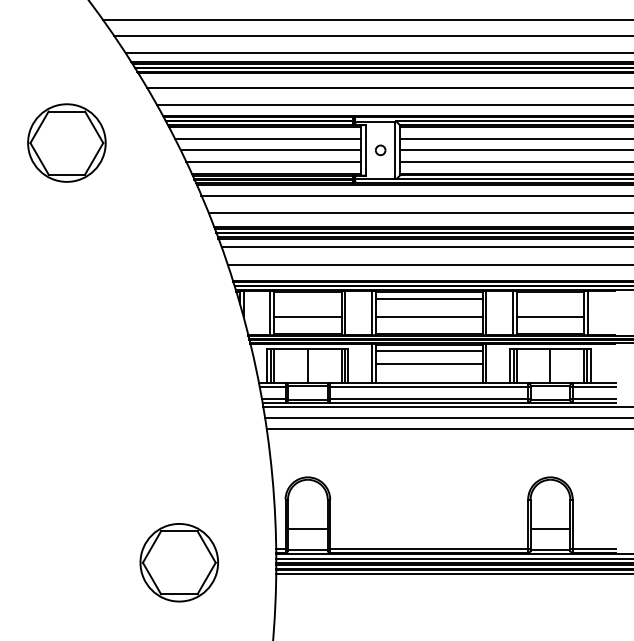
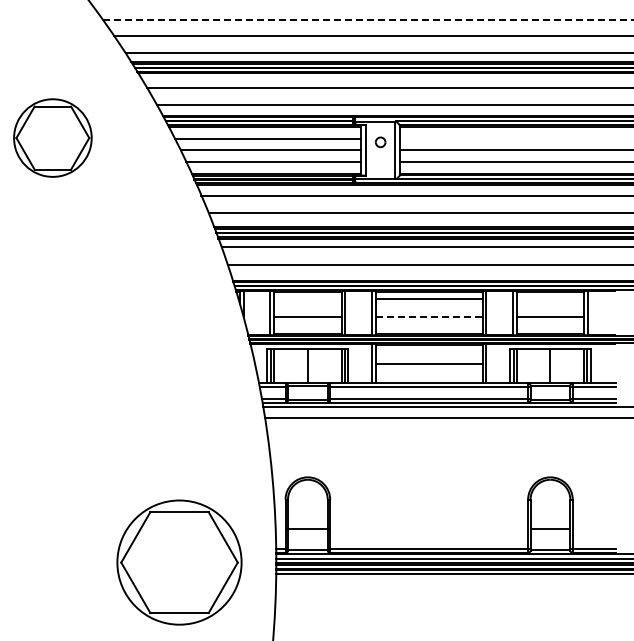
line at (368, 20): solid -> dashed
line at (515, 139): present -> none
part at (66, 142) position: (66, 142) -> (52, 137)
part at (380, 150) position: (380, 150) -> (380, 142)
line at (429, 316): solid -> dashed
line at (428, 351): present -> none
line at (448, 428): present -> none
part at (178, 562) size: 80x80 px -> 127x127 px
